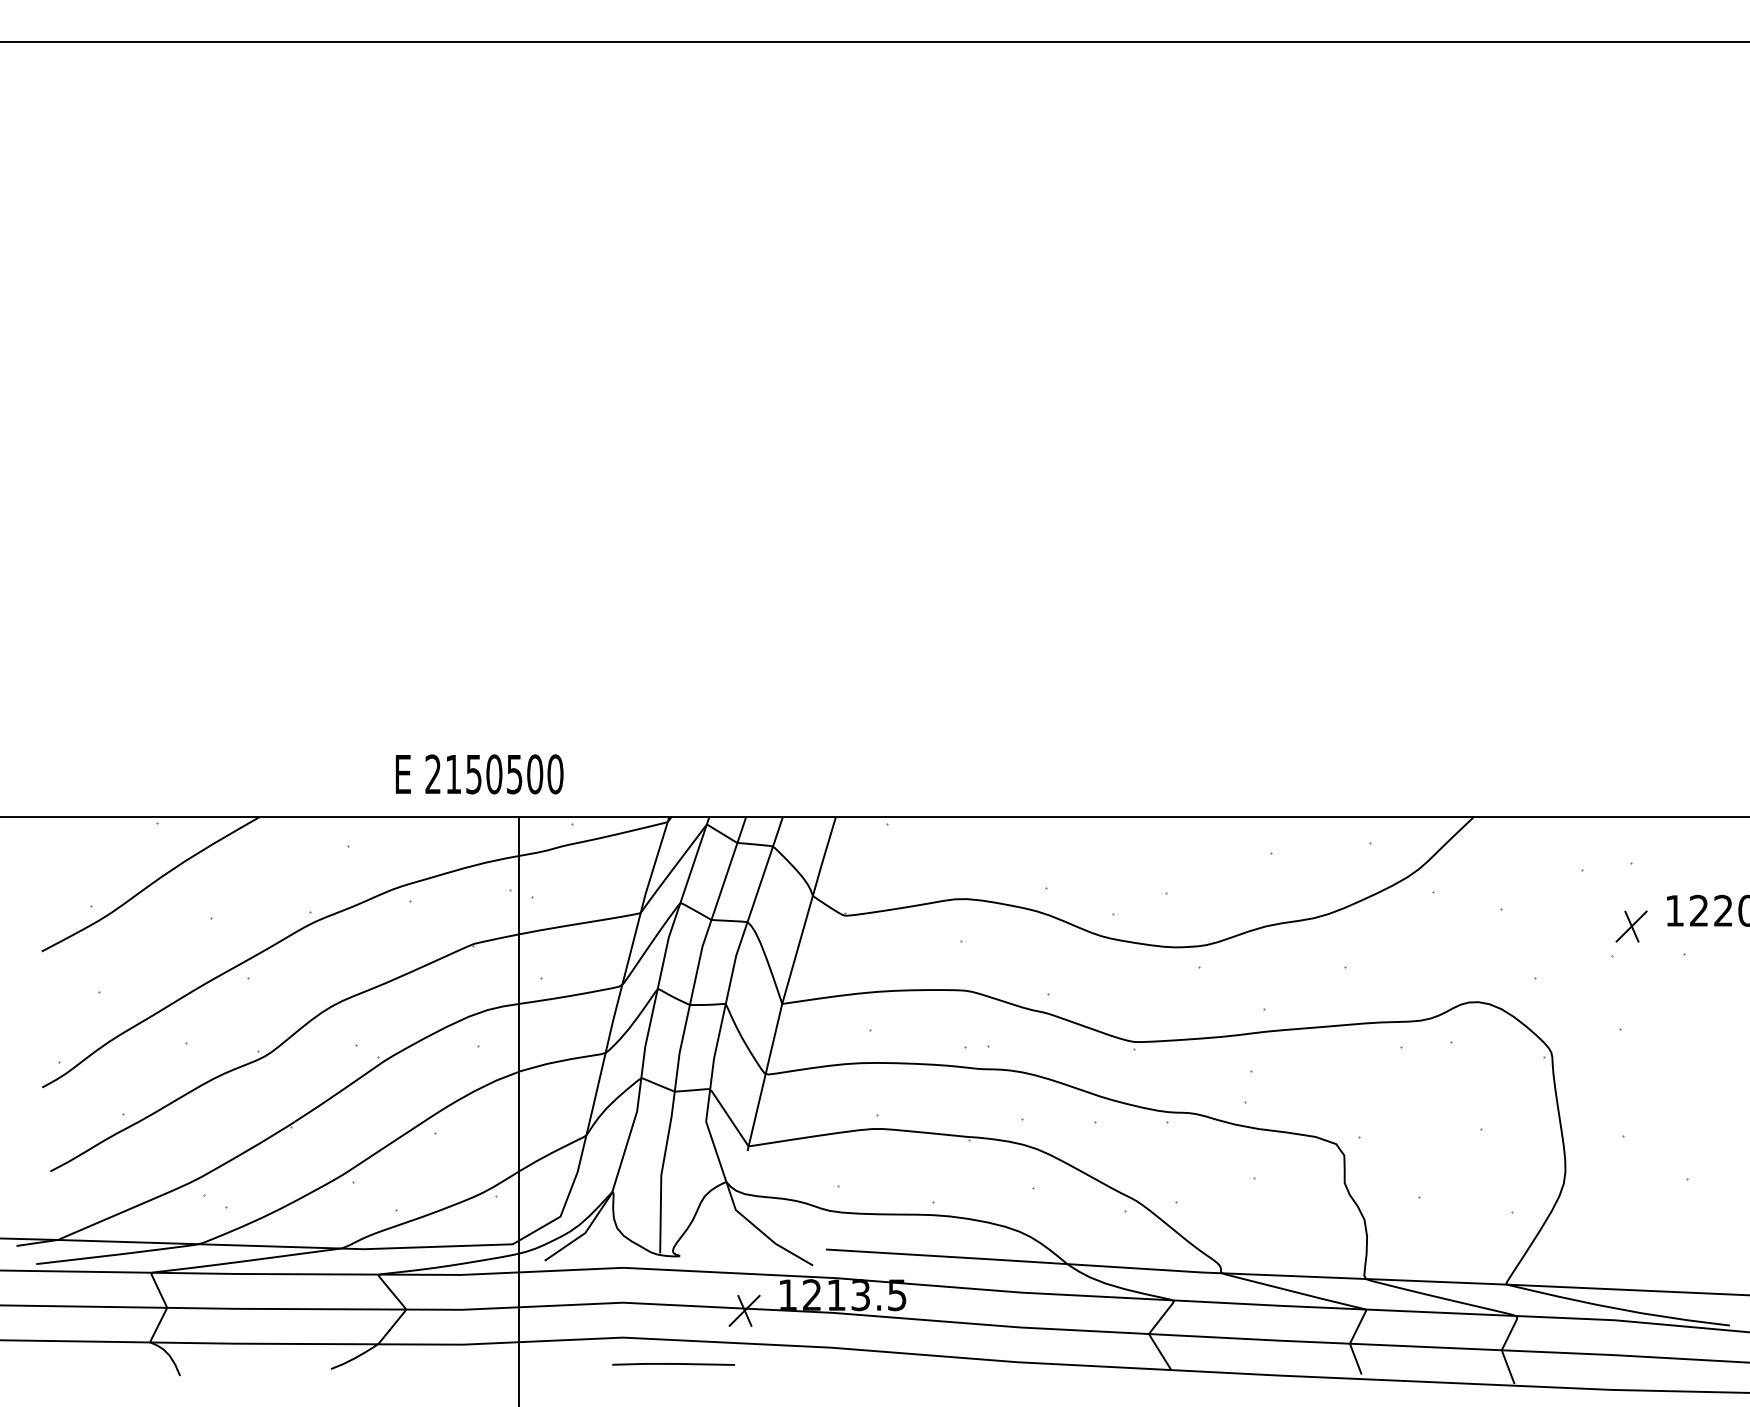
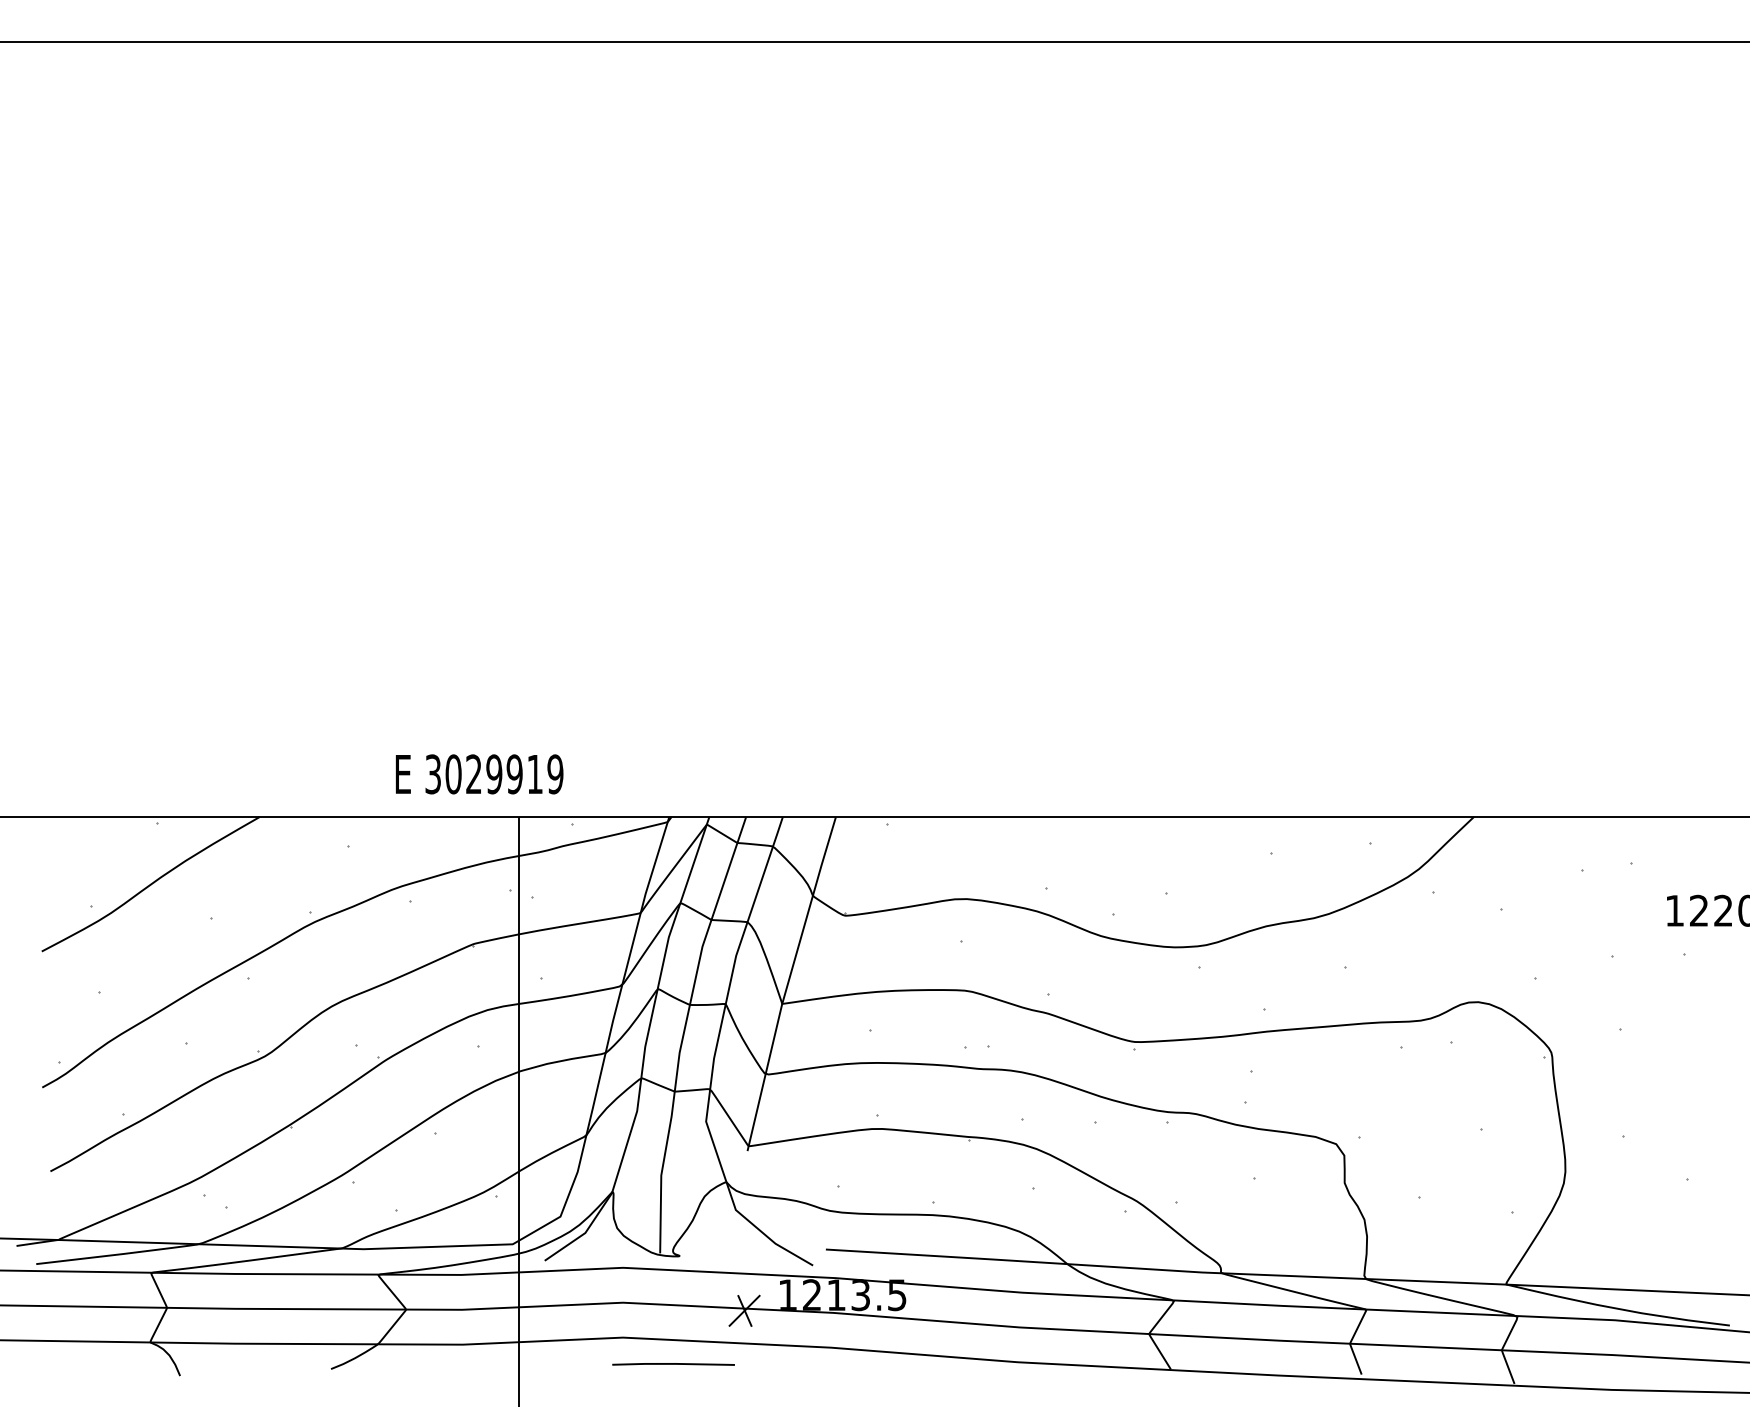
text at (494, 774): 2150500 -> 3029919
part at (1631, 926): present -> none
